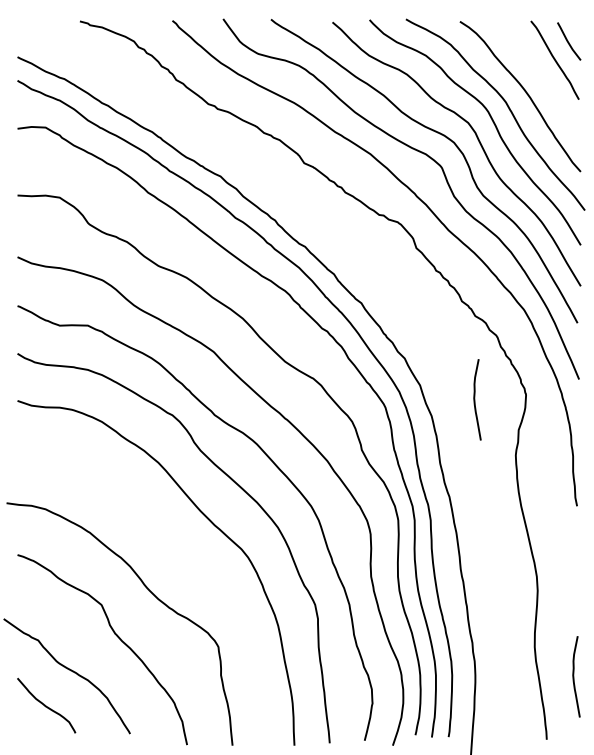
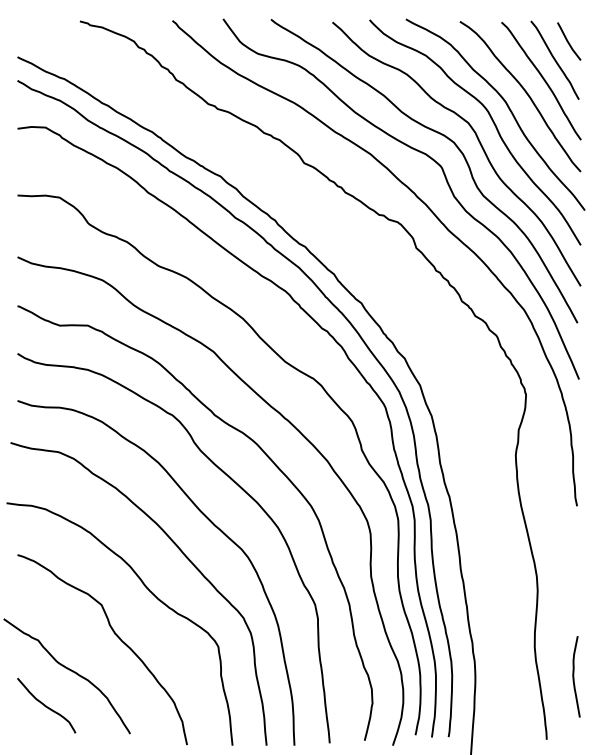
curve at (543, 80): none -> present
curve at (475, 399): present -> none
curve at (183, 555): none -> present
